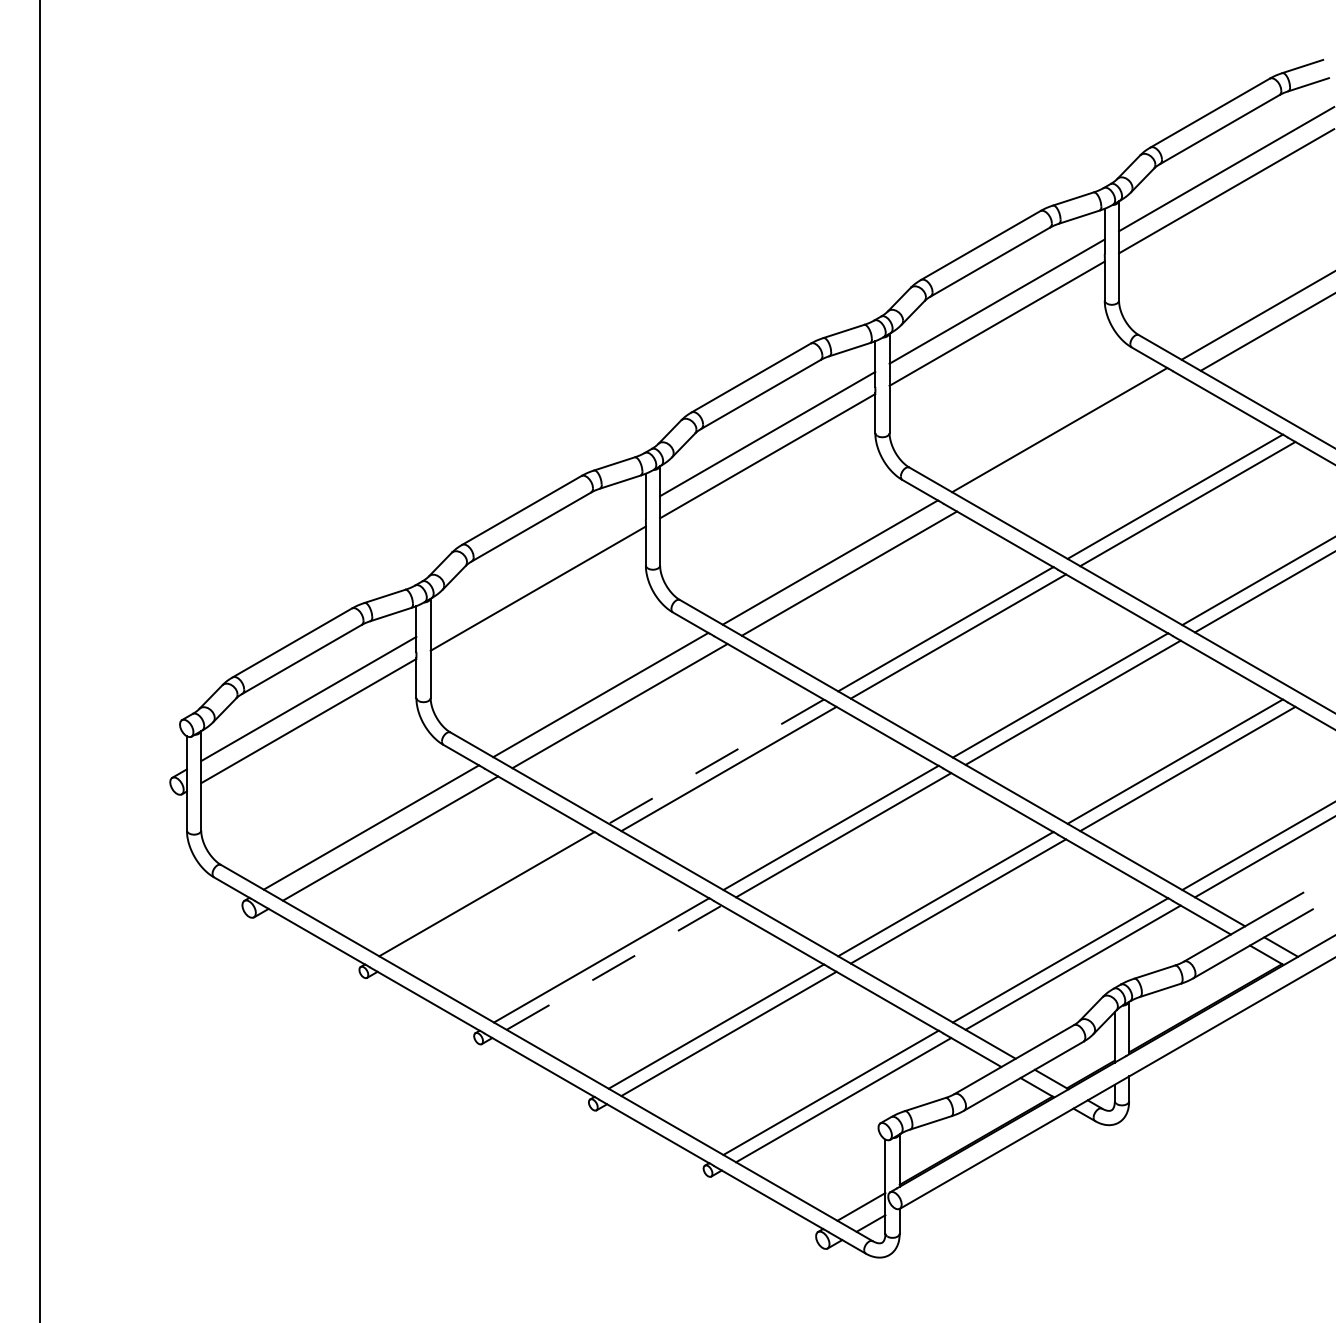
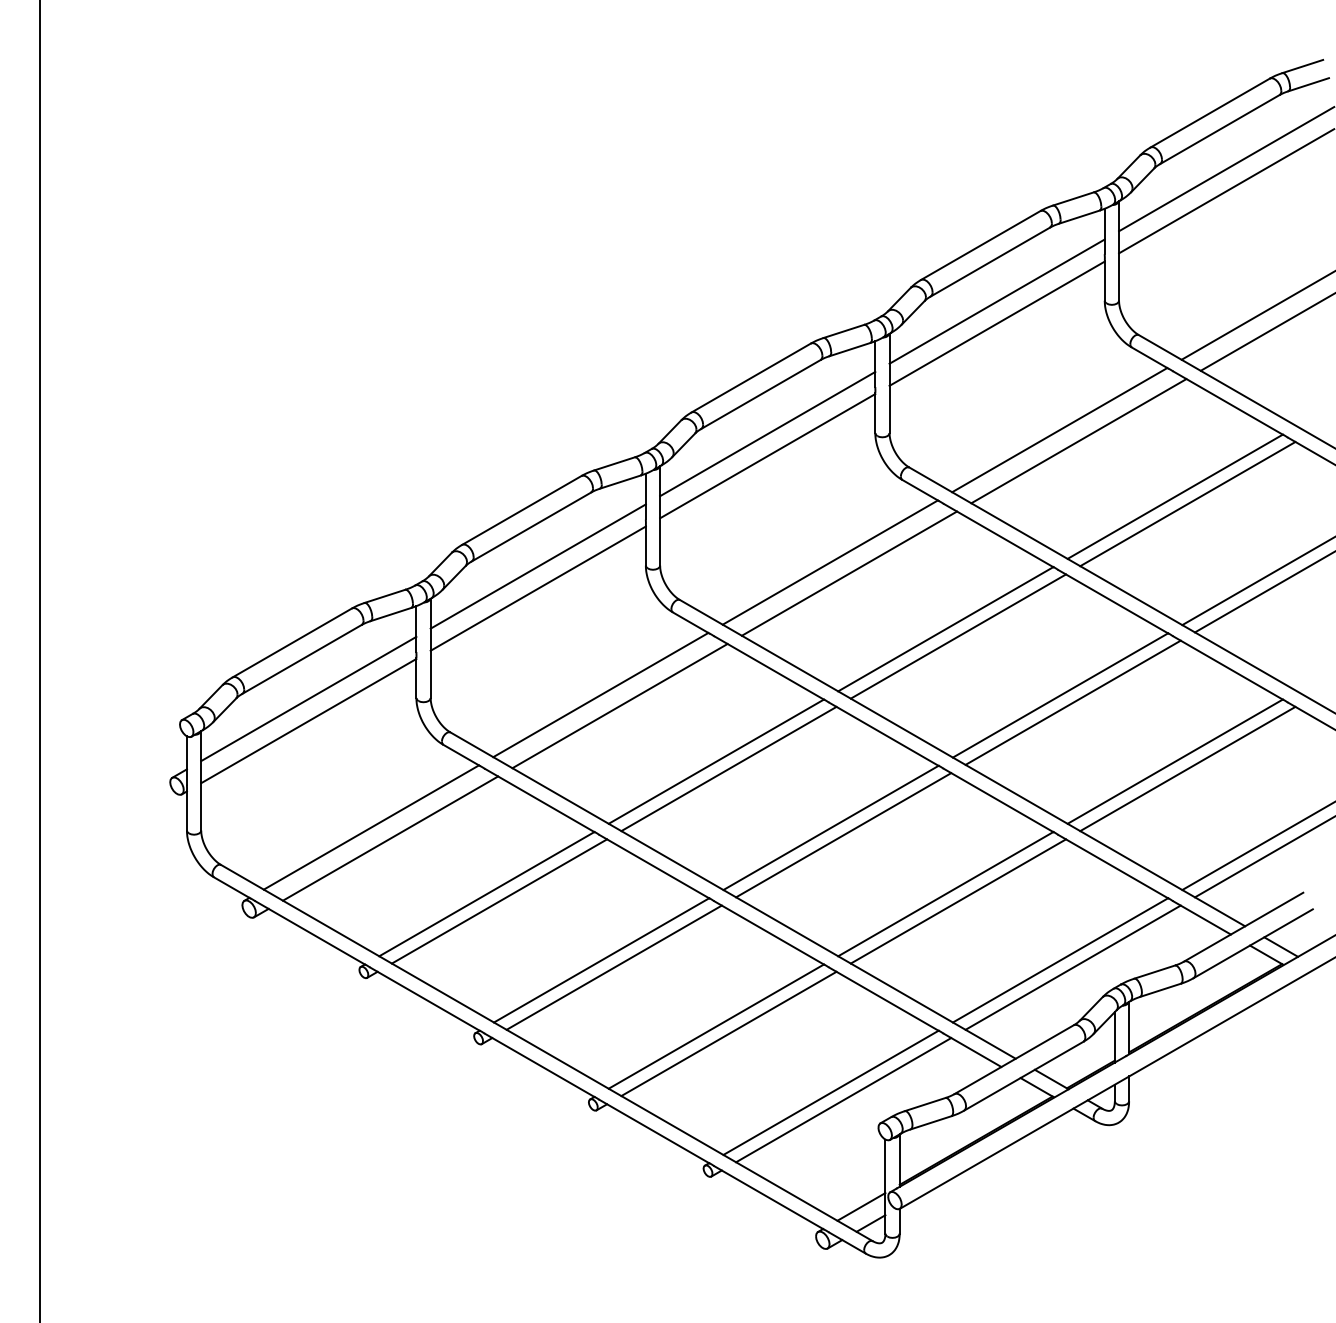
line at (1078, 441): none -> present
line at (537, 566): none -> present
line at (715, 761): dashed -> solid
line at (499, 901): none -> present
line at (614, 967): dashed -> solid
